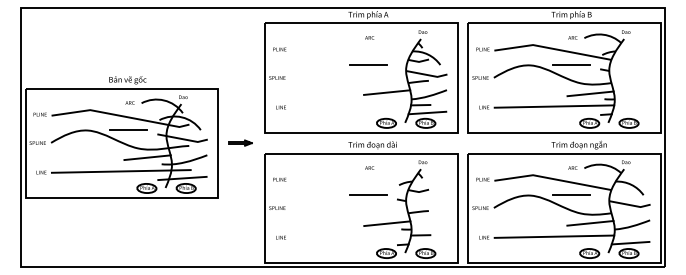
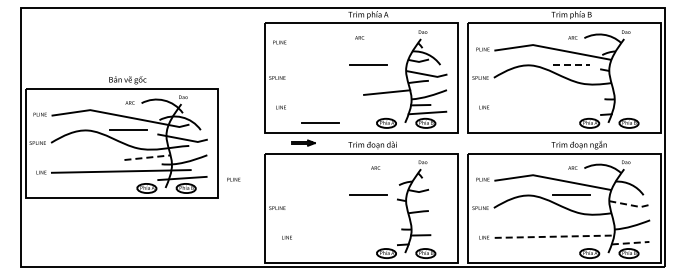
text at (369, 37) position: (369, 37) -> (359, 37)
text at (279, 49) position: (279, 49) -> (279, 42)
line at (571, 64): solid -> dashed
line at (590, 93): present -> none
line at (554, 106): present -> none
line at (320, 122): none -> present
part at (240, 142) position: (240, 142) -> (303, 142)
line at (148, 157): solid -> dashed
text at (369, 167) position: (369, 167) -> (375, 167)
text at (279, 179) position: (279, 179) -> (233, 179)
line at (630, 205): solid -> dashed
line at (387, 223): present -> none
line at (590, 223): present -> none
line at (554, 236): solid -> dashed
text at (280, 237) position: (280, 237) -> (286, 237)
line at (630, 243): solid -> dashed
